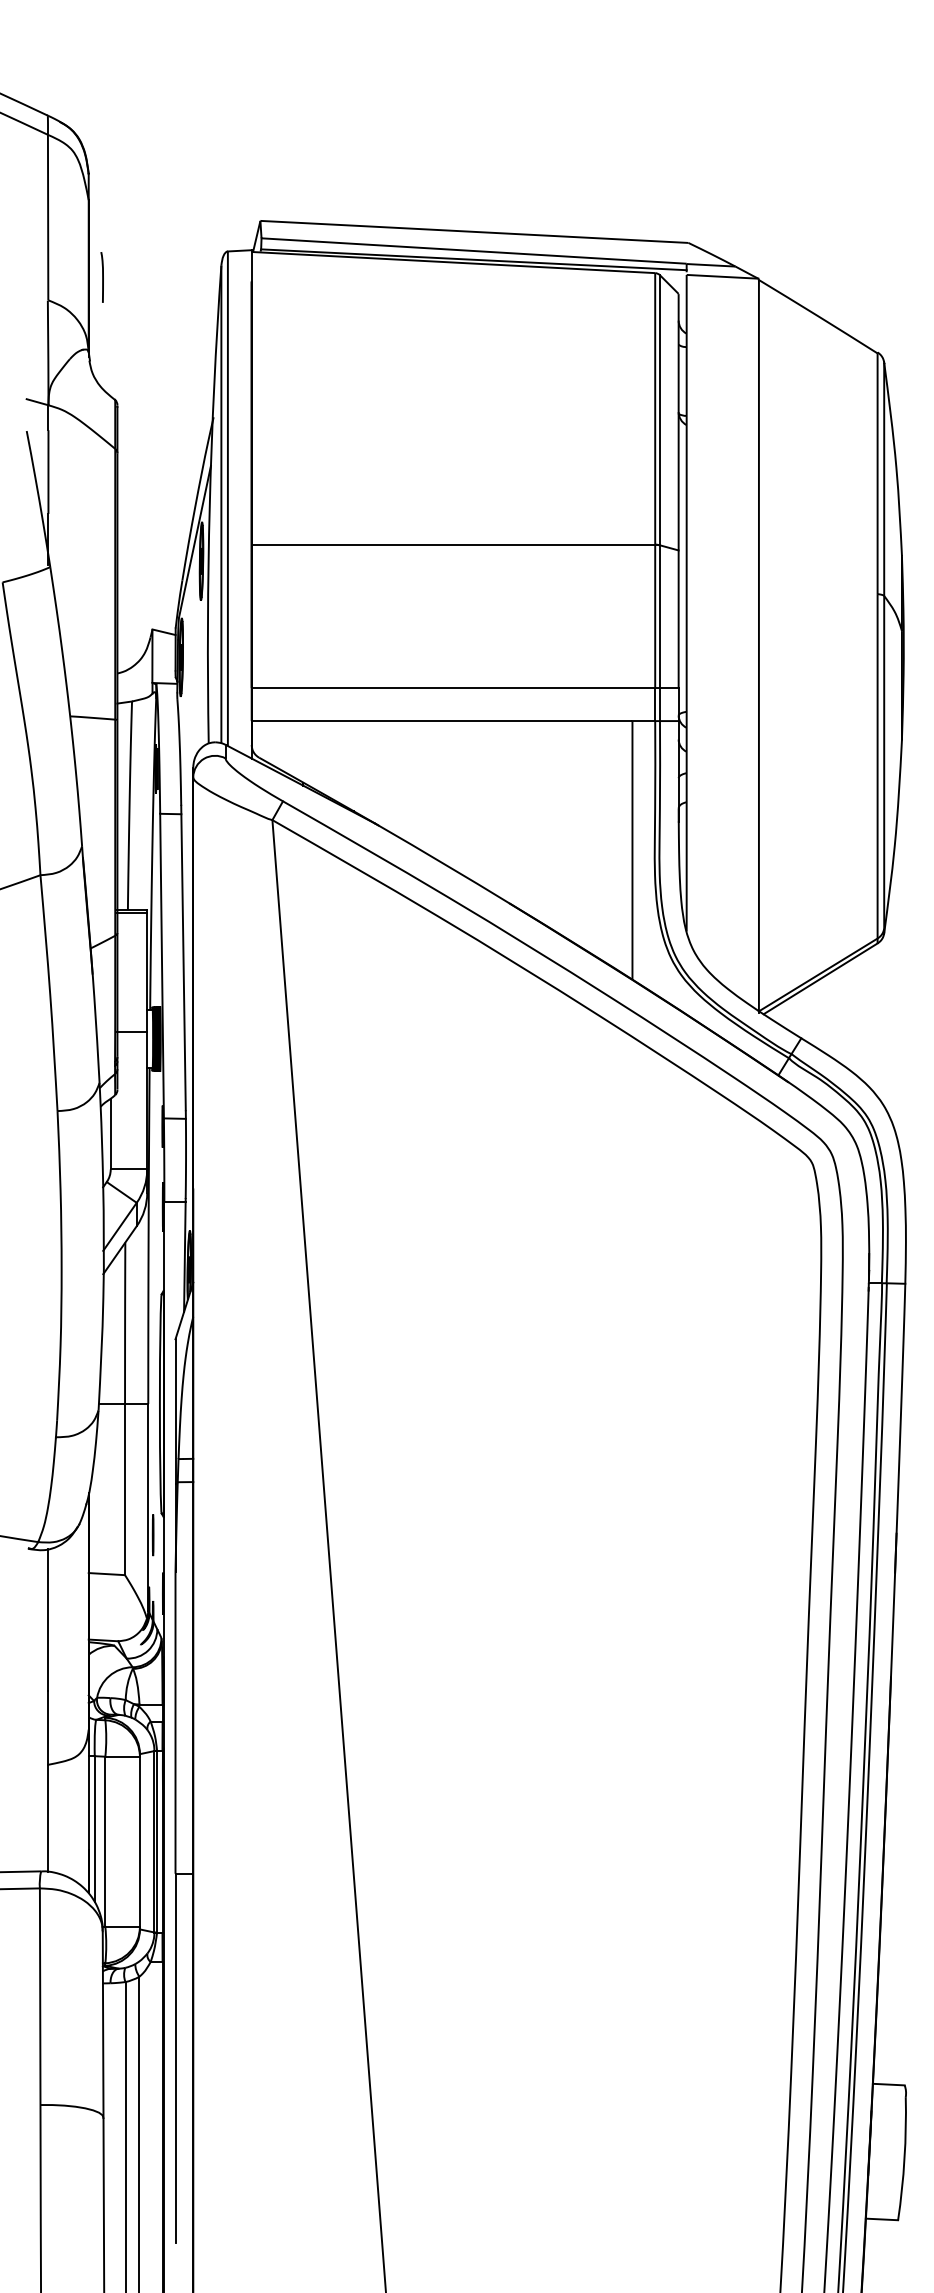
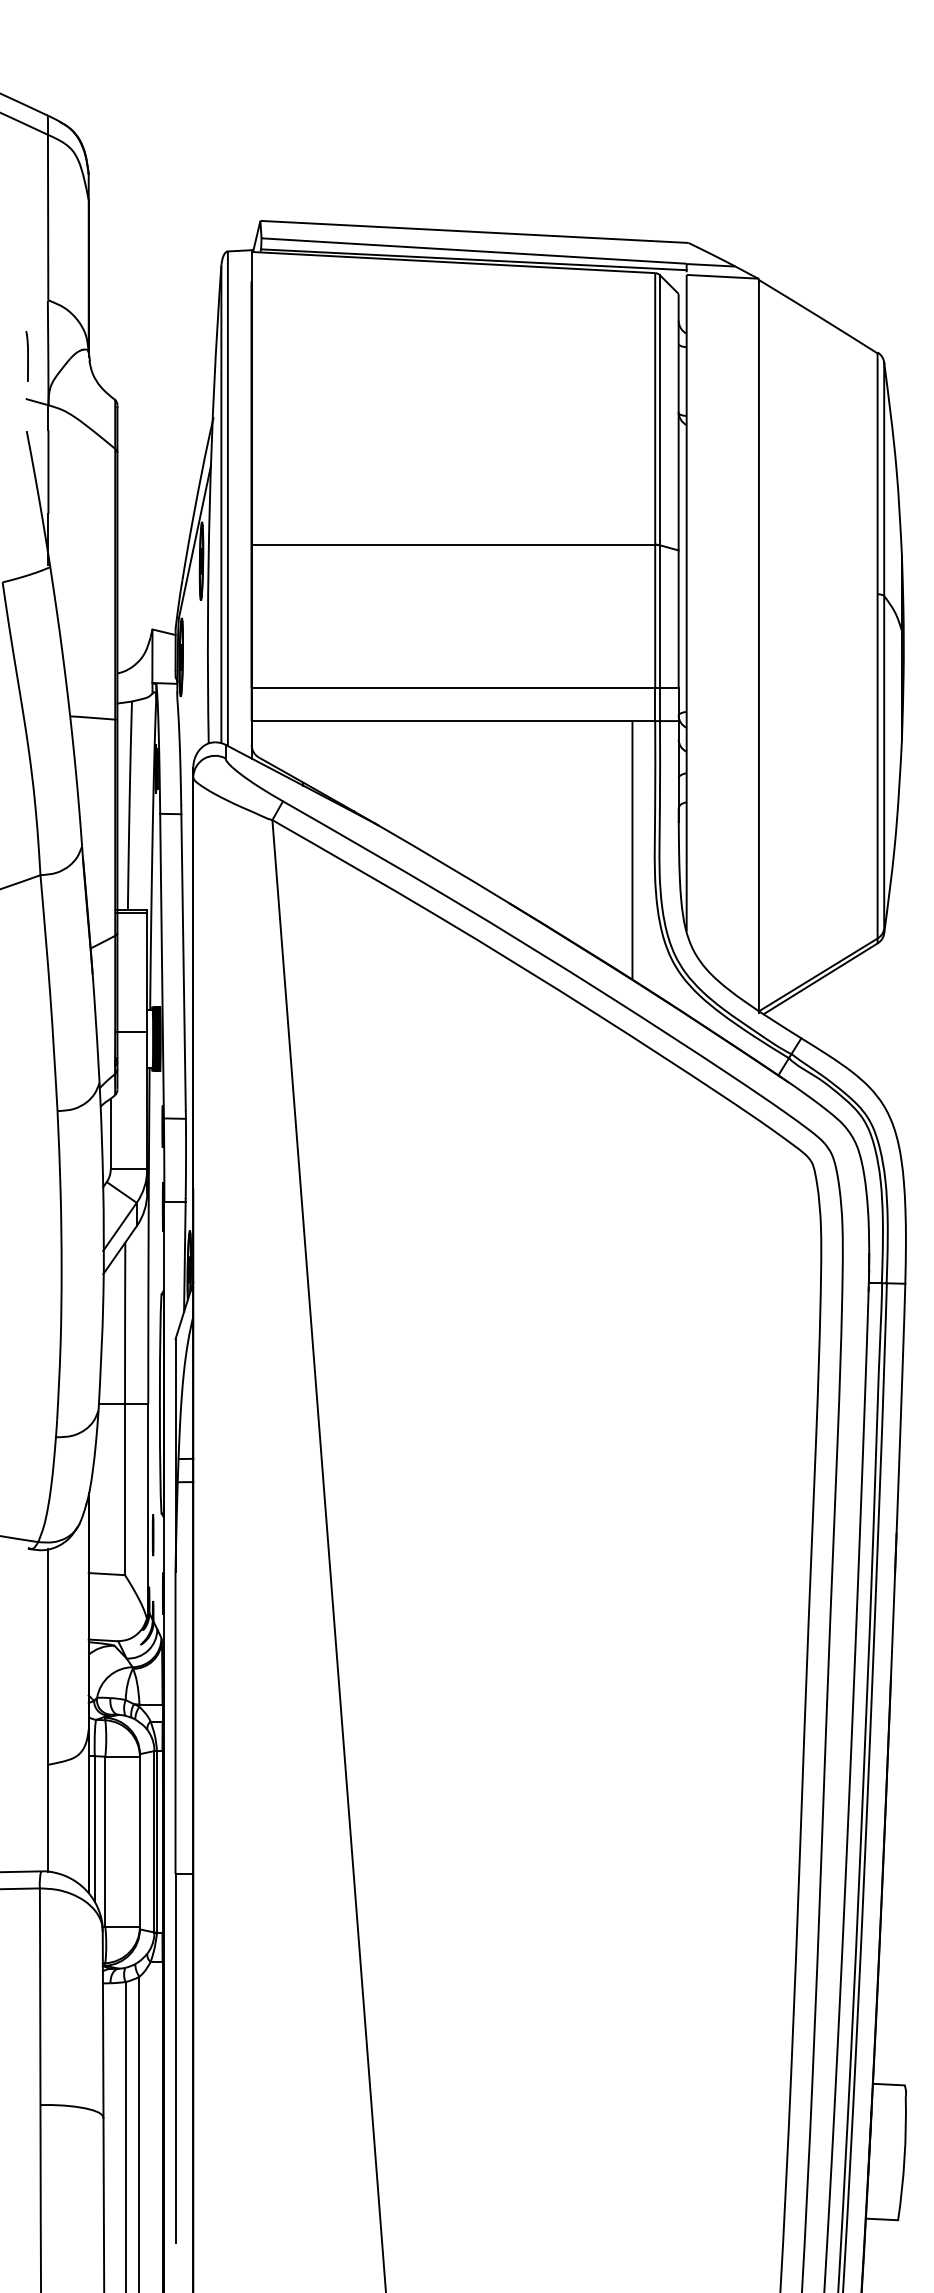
curve at (102, 277) position: (102, 277) -> (27, 356)
